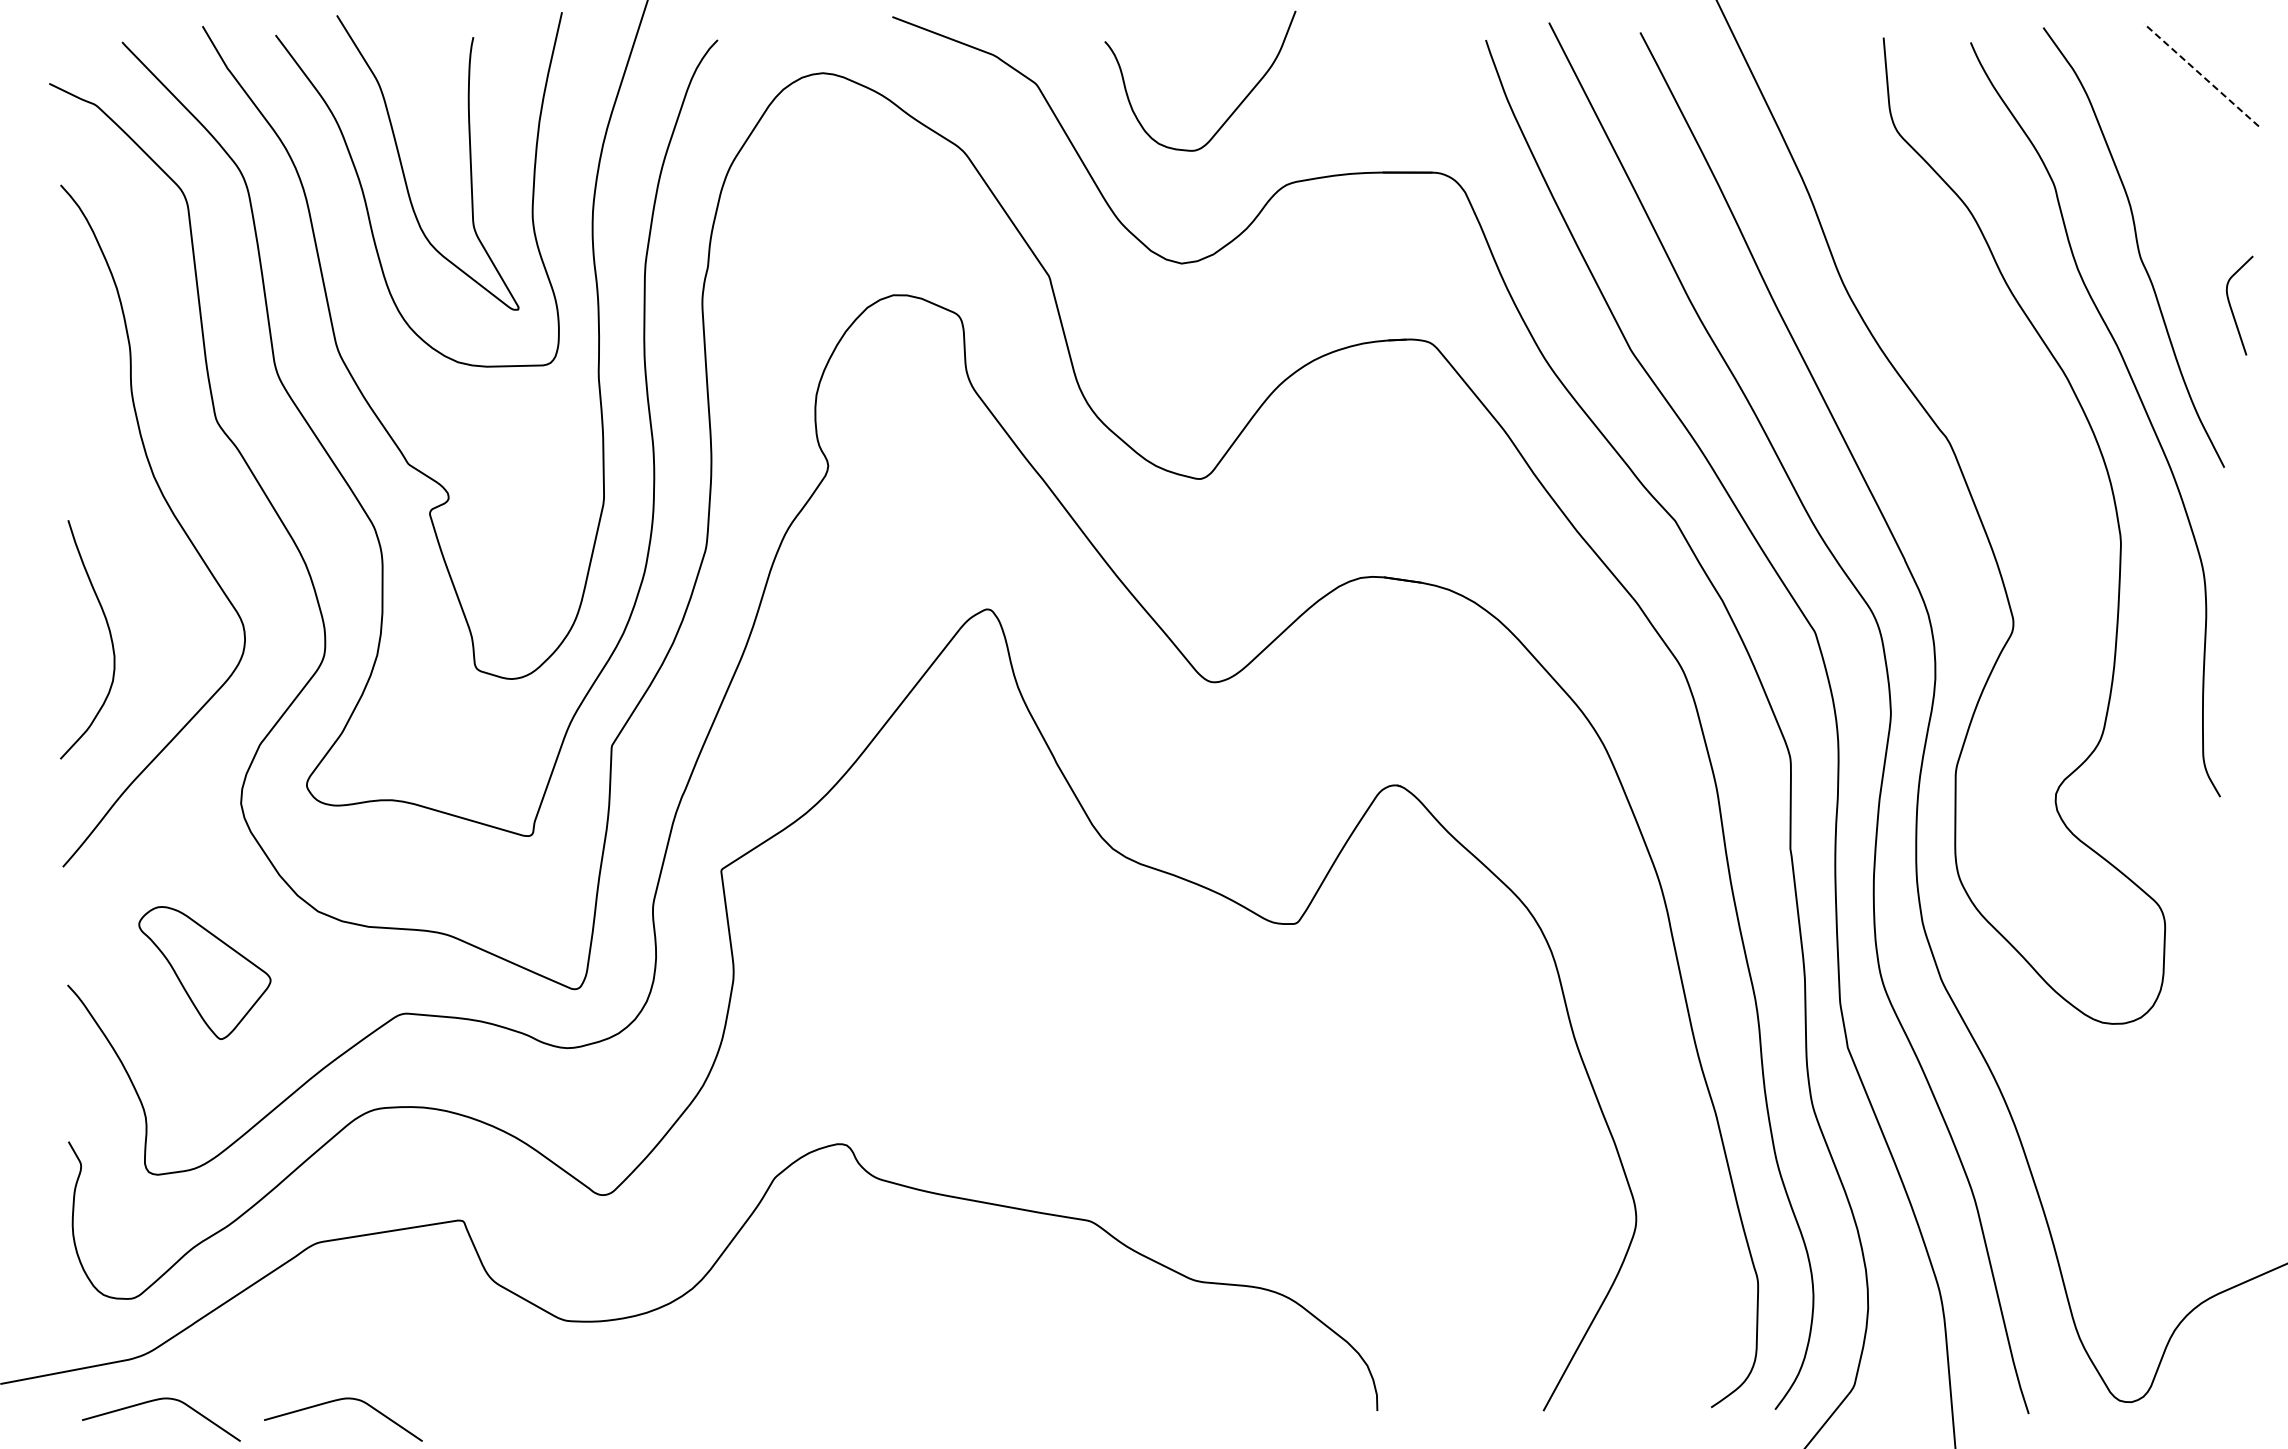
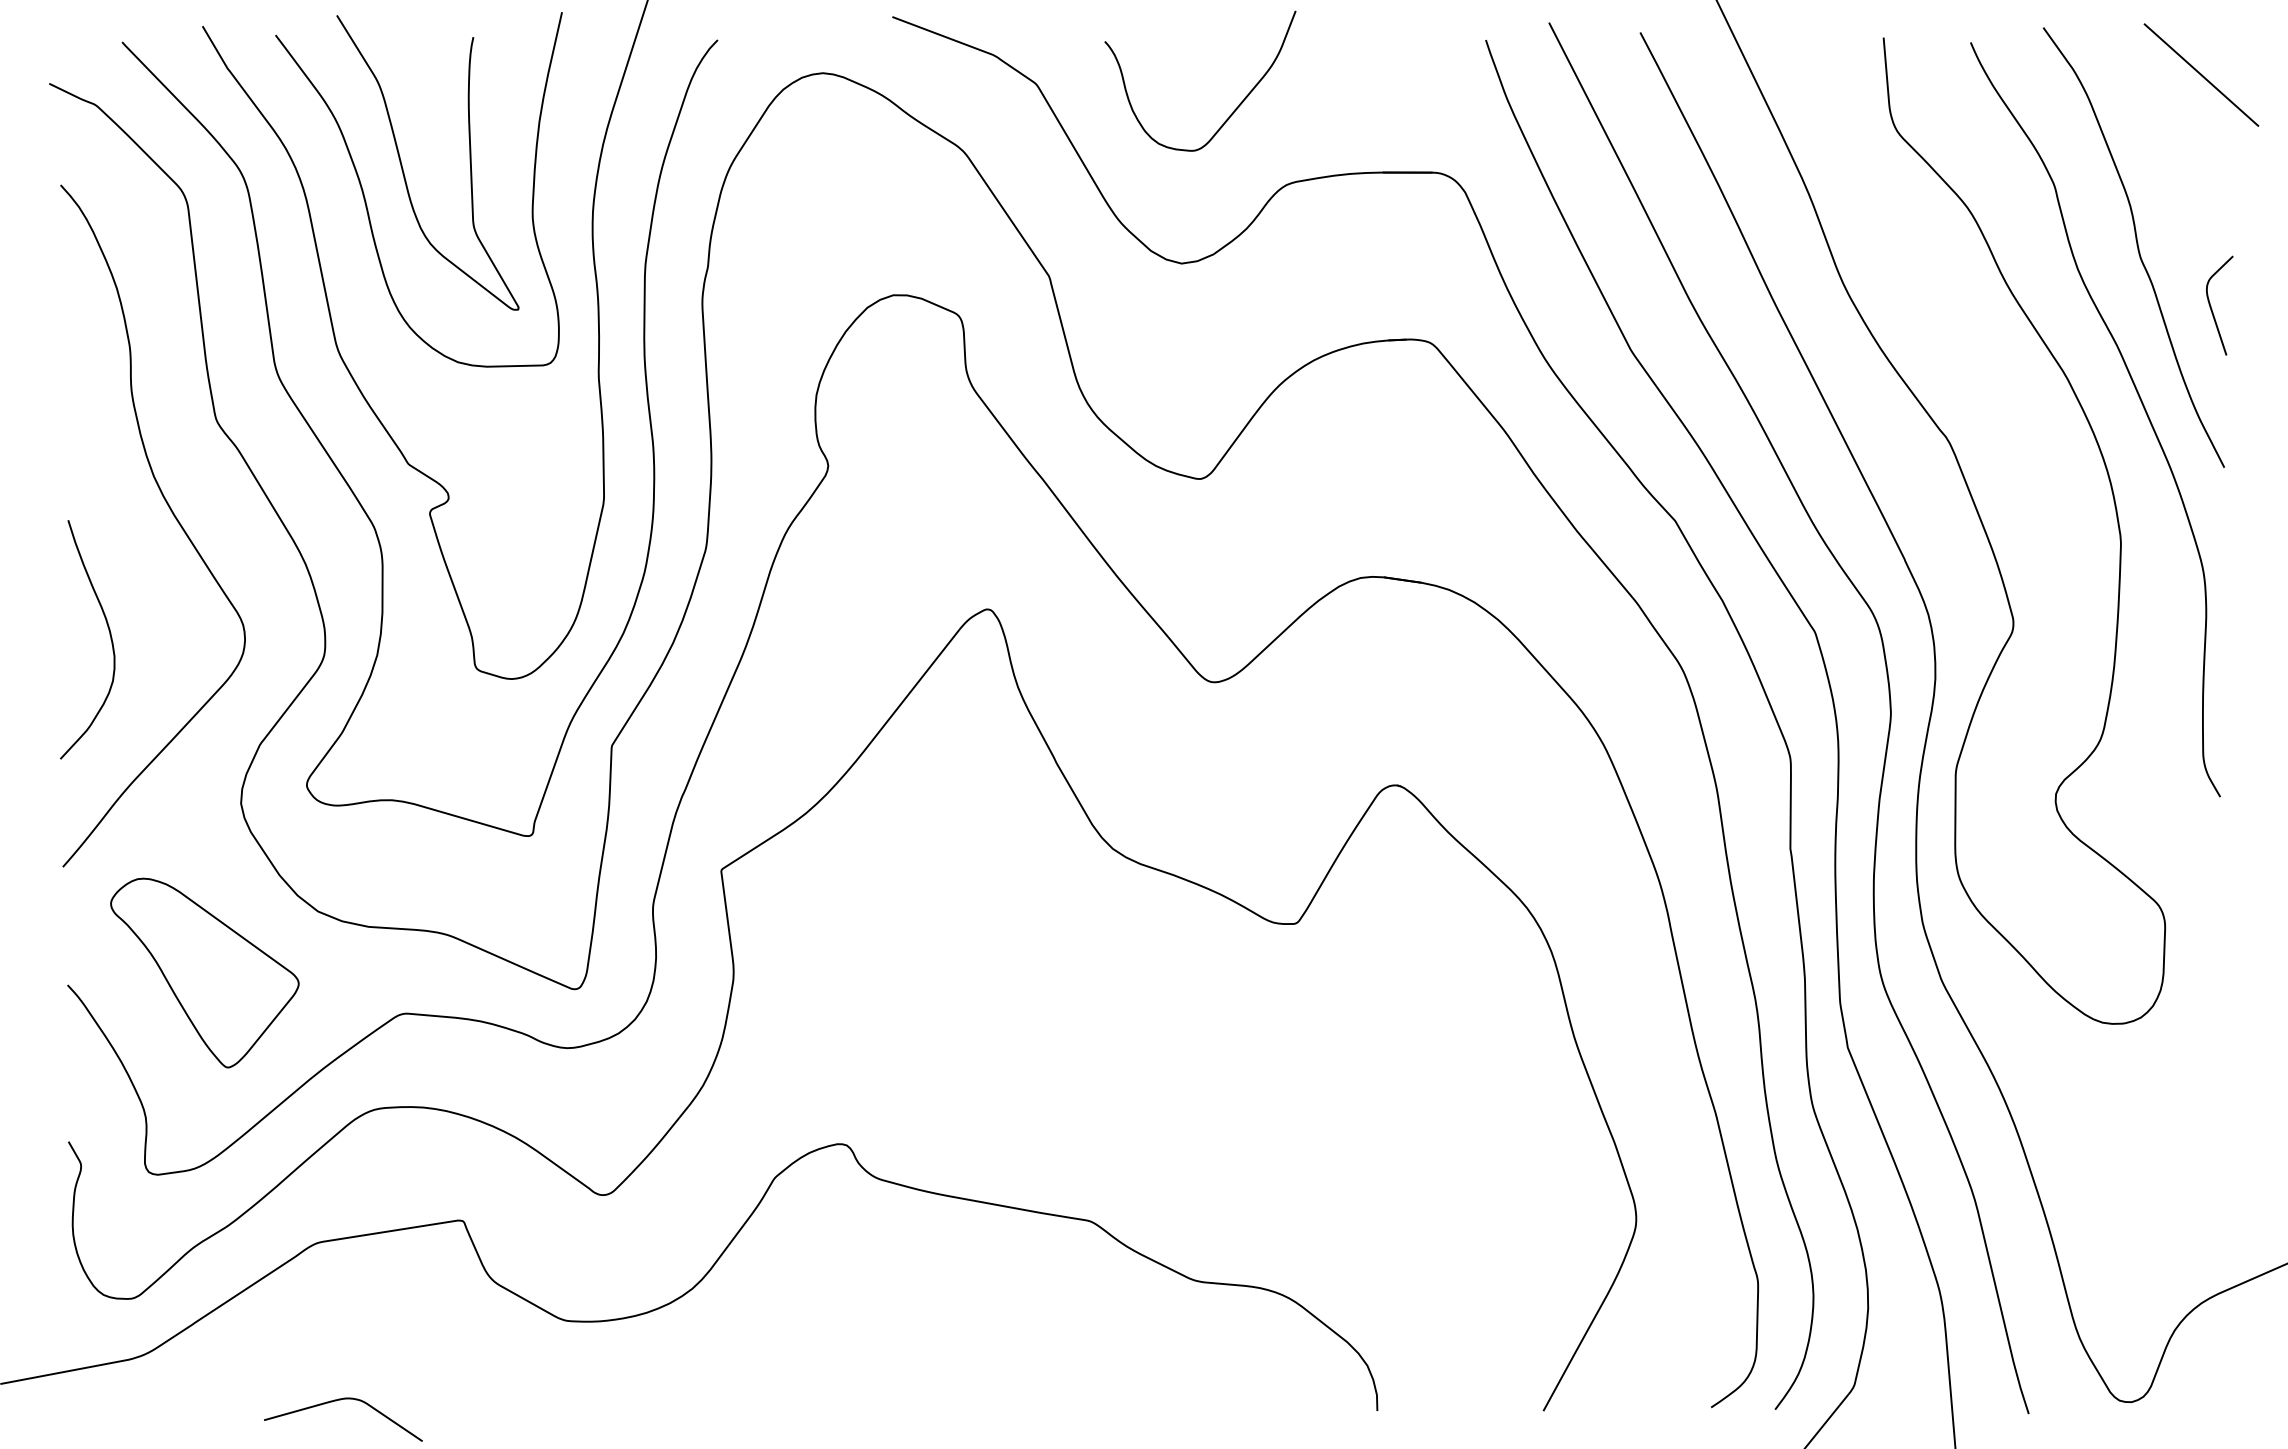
line at (2201, 74): dashed -> solid
curve at (2231, 306) position: (2231, 306) -> (2211, 306)
part at (204, 972) size: 134x134 px -> 190x192 px
curve at (159, 1400): present -> none
